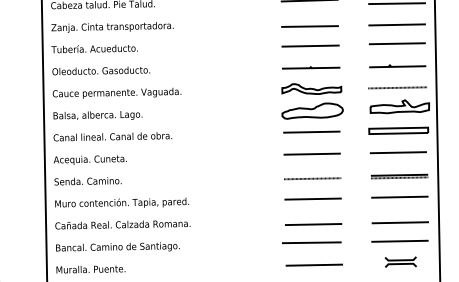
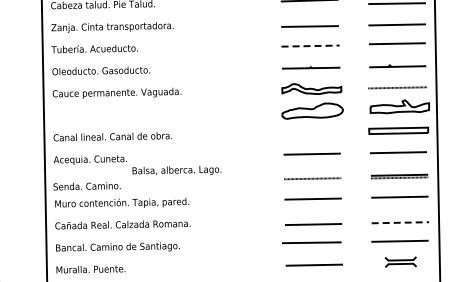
line at (311, 46): solid -> dashed
text at (97, 115) position: (97, 115) -> (176, 170)
line at (311, 131): present -> none
text at (87, 181) position: (87, 181) -> (86, 186)
line at (400, 222): solid -> dashed
